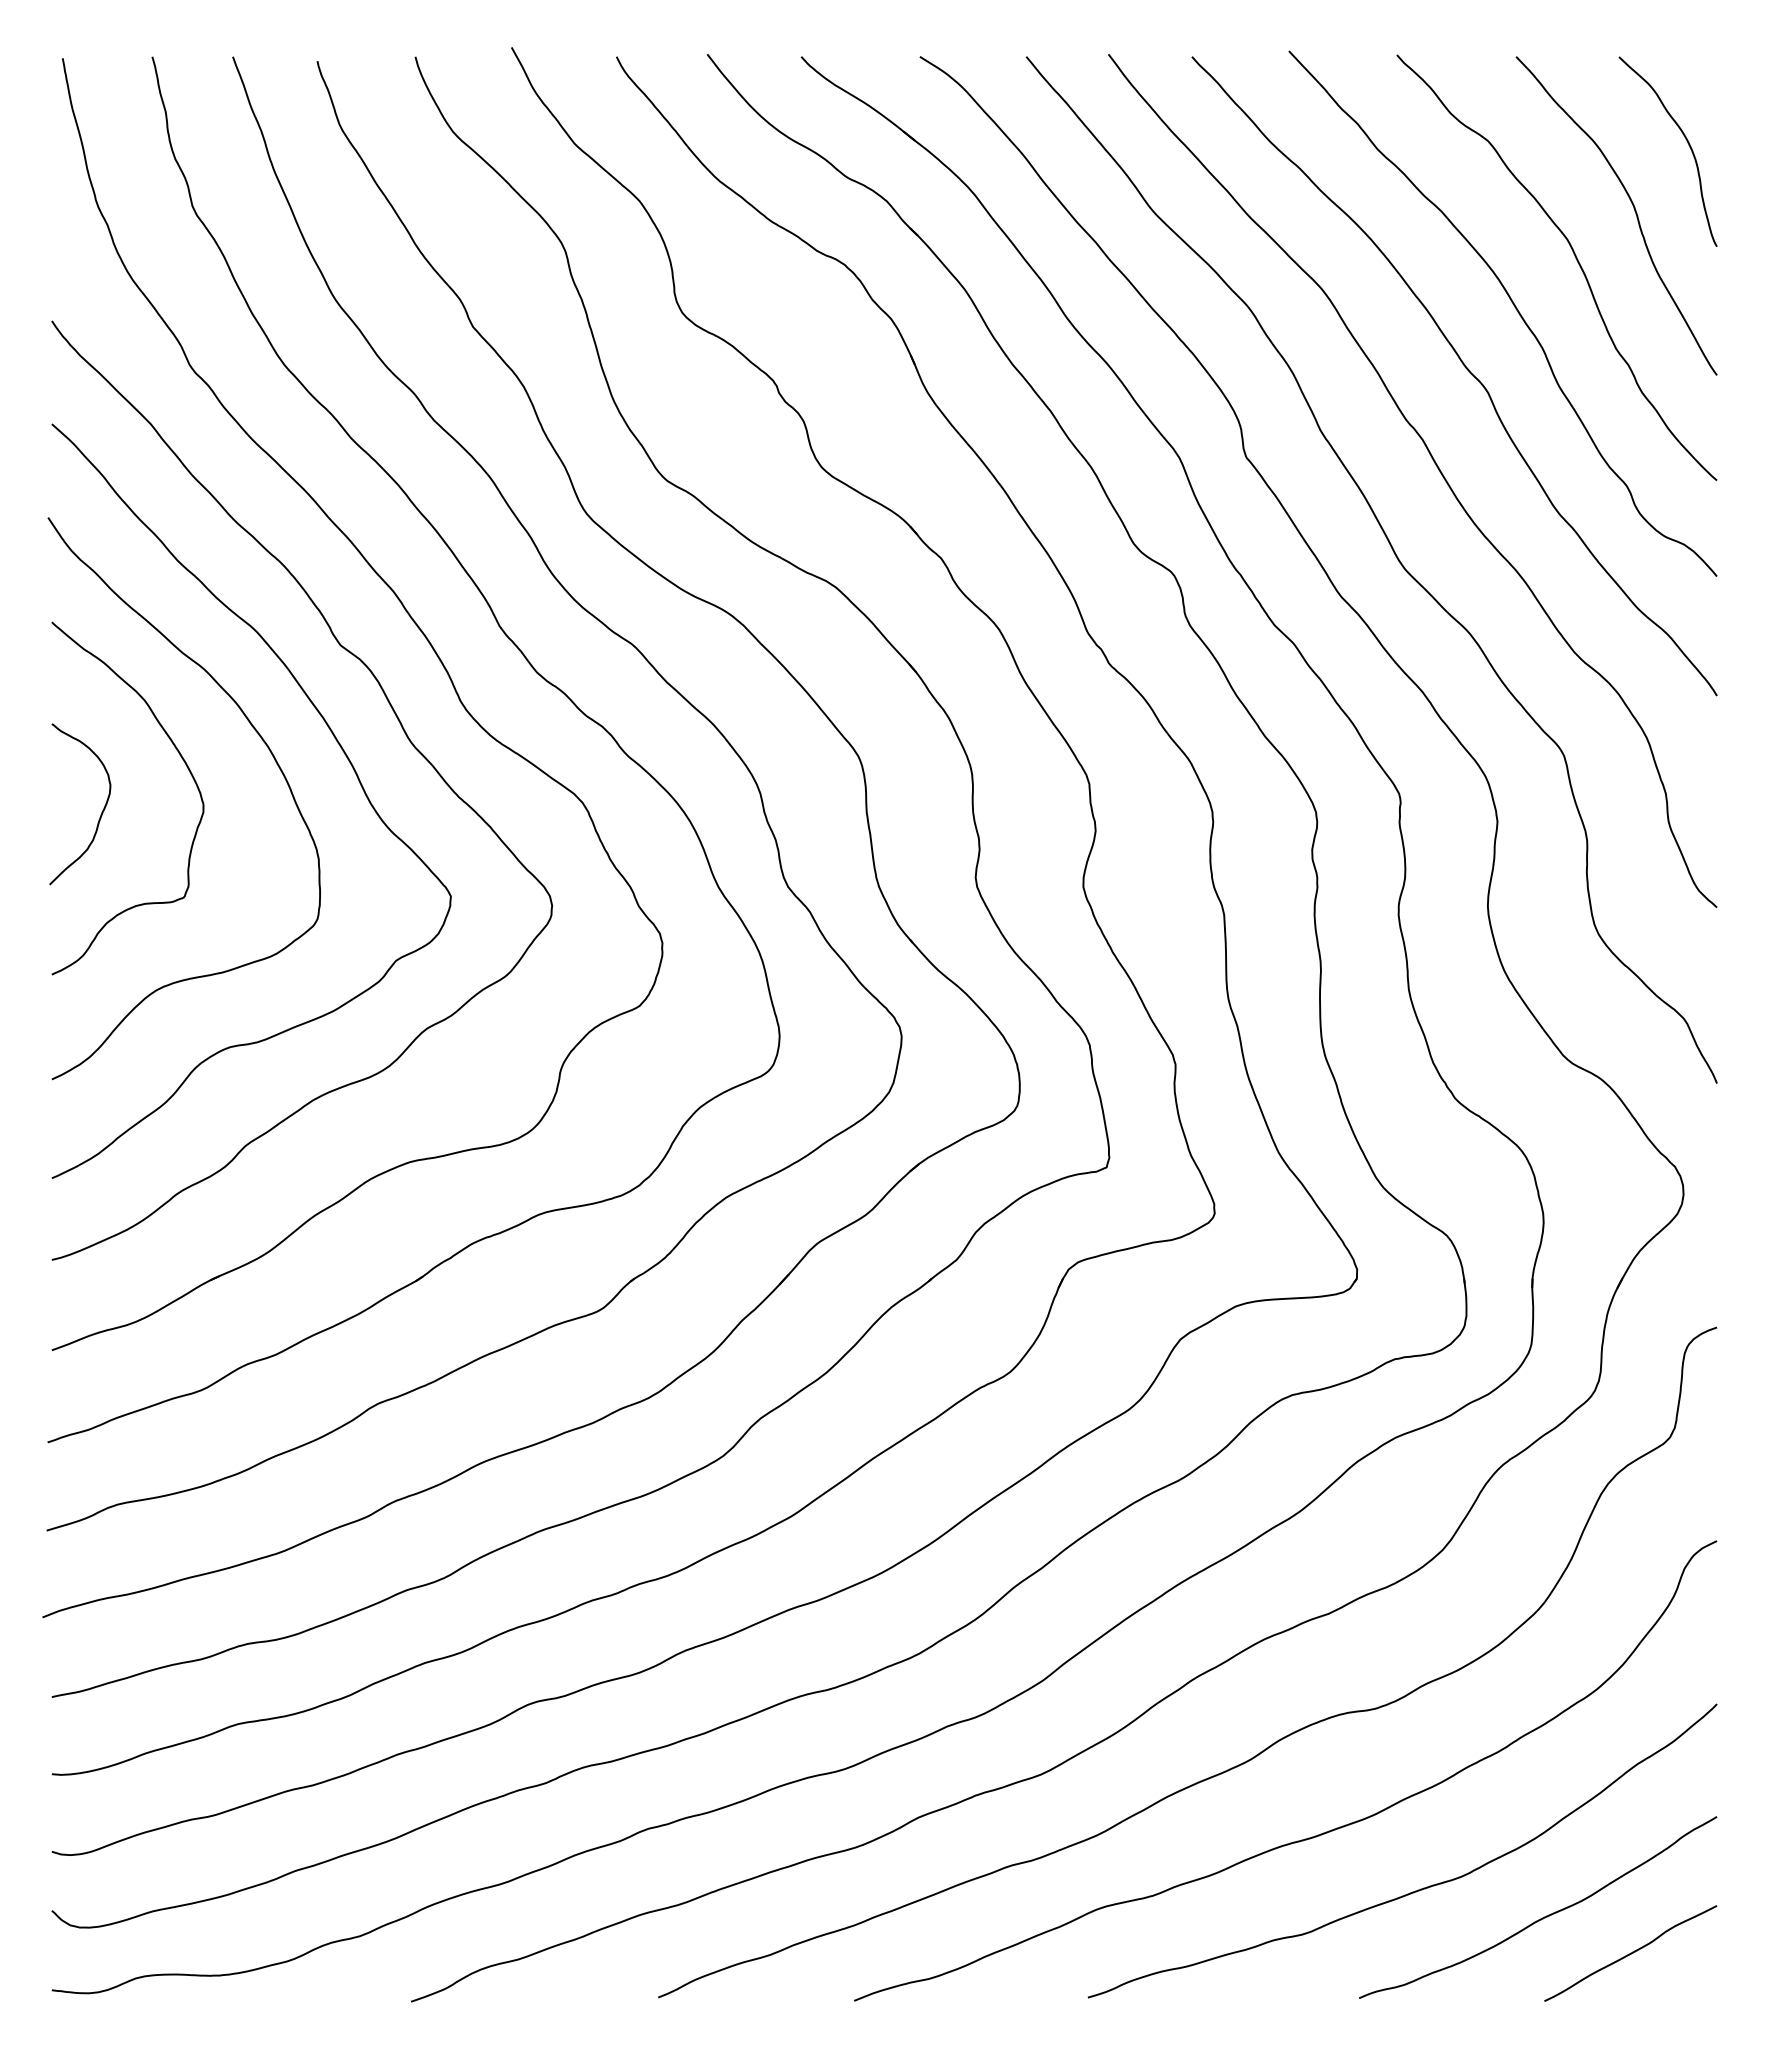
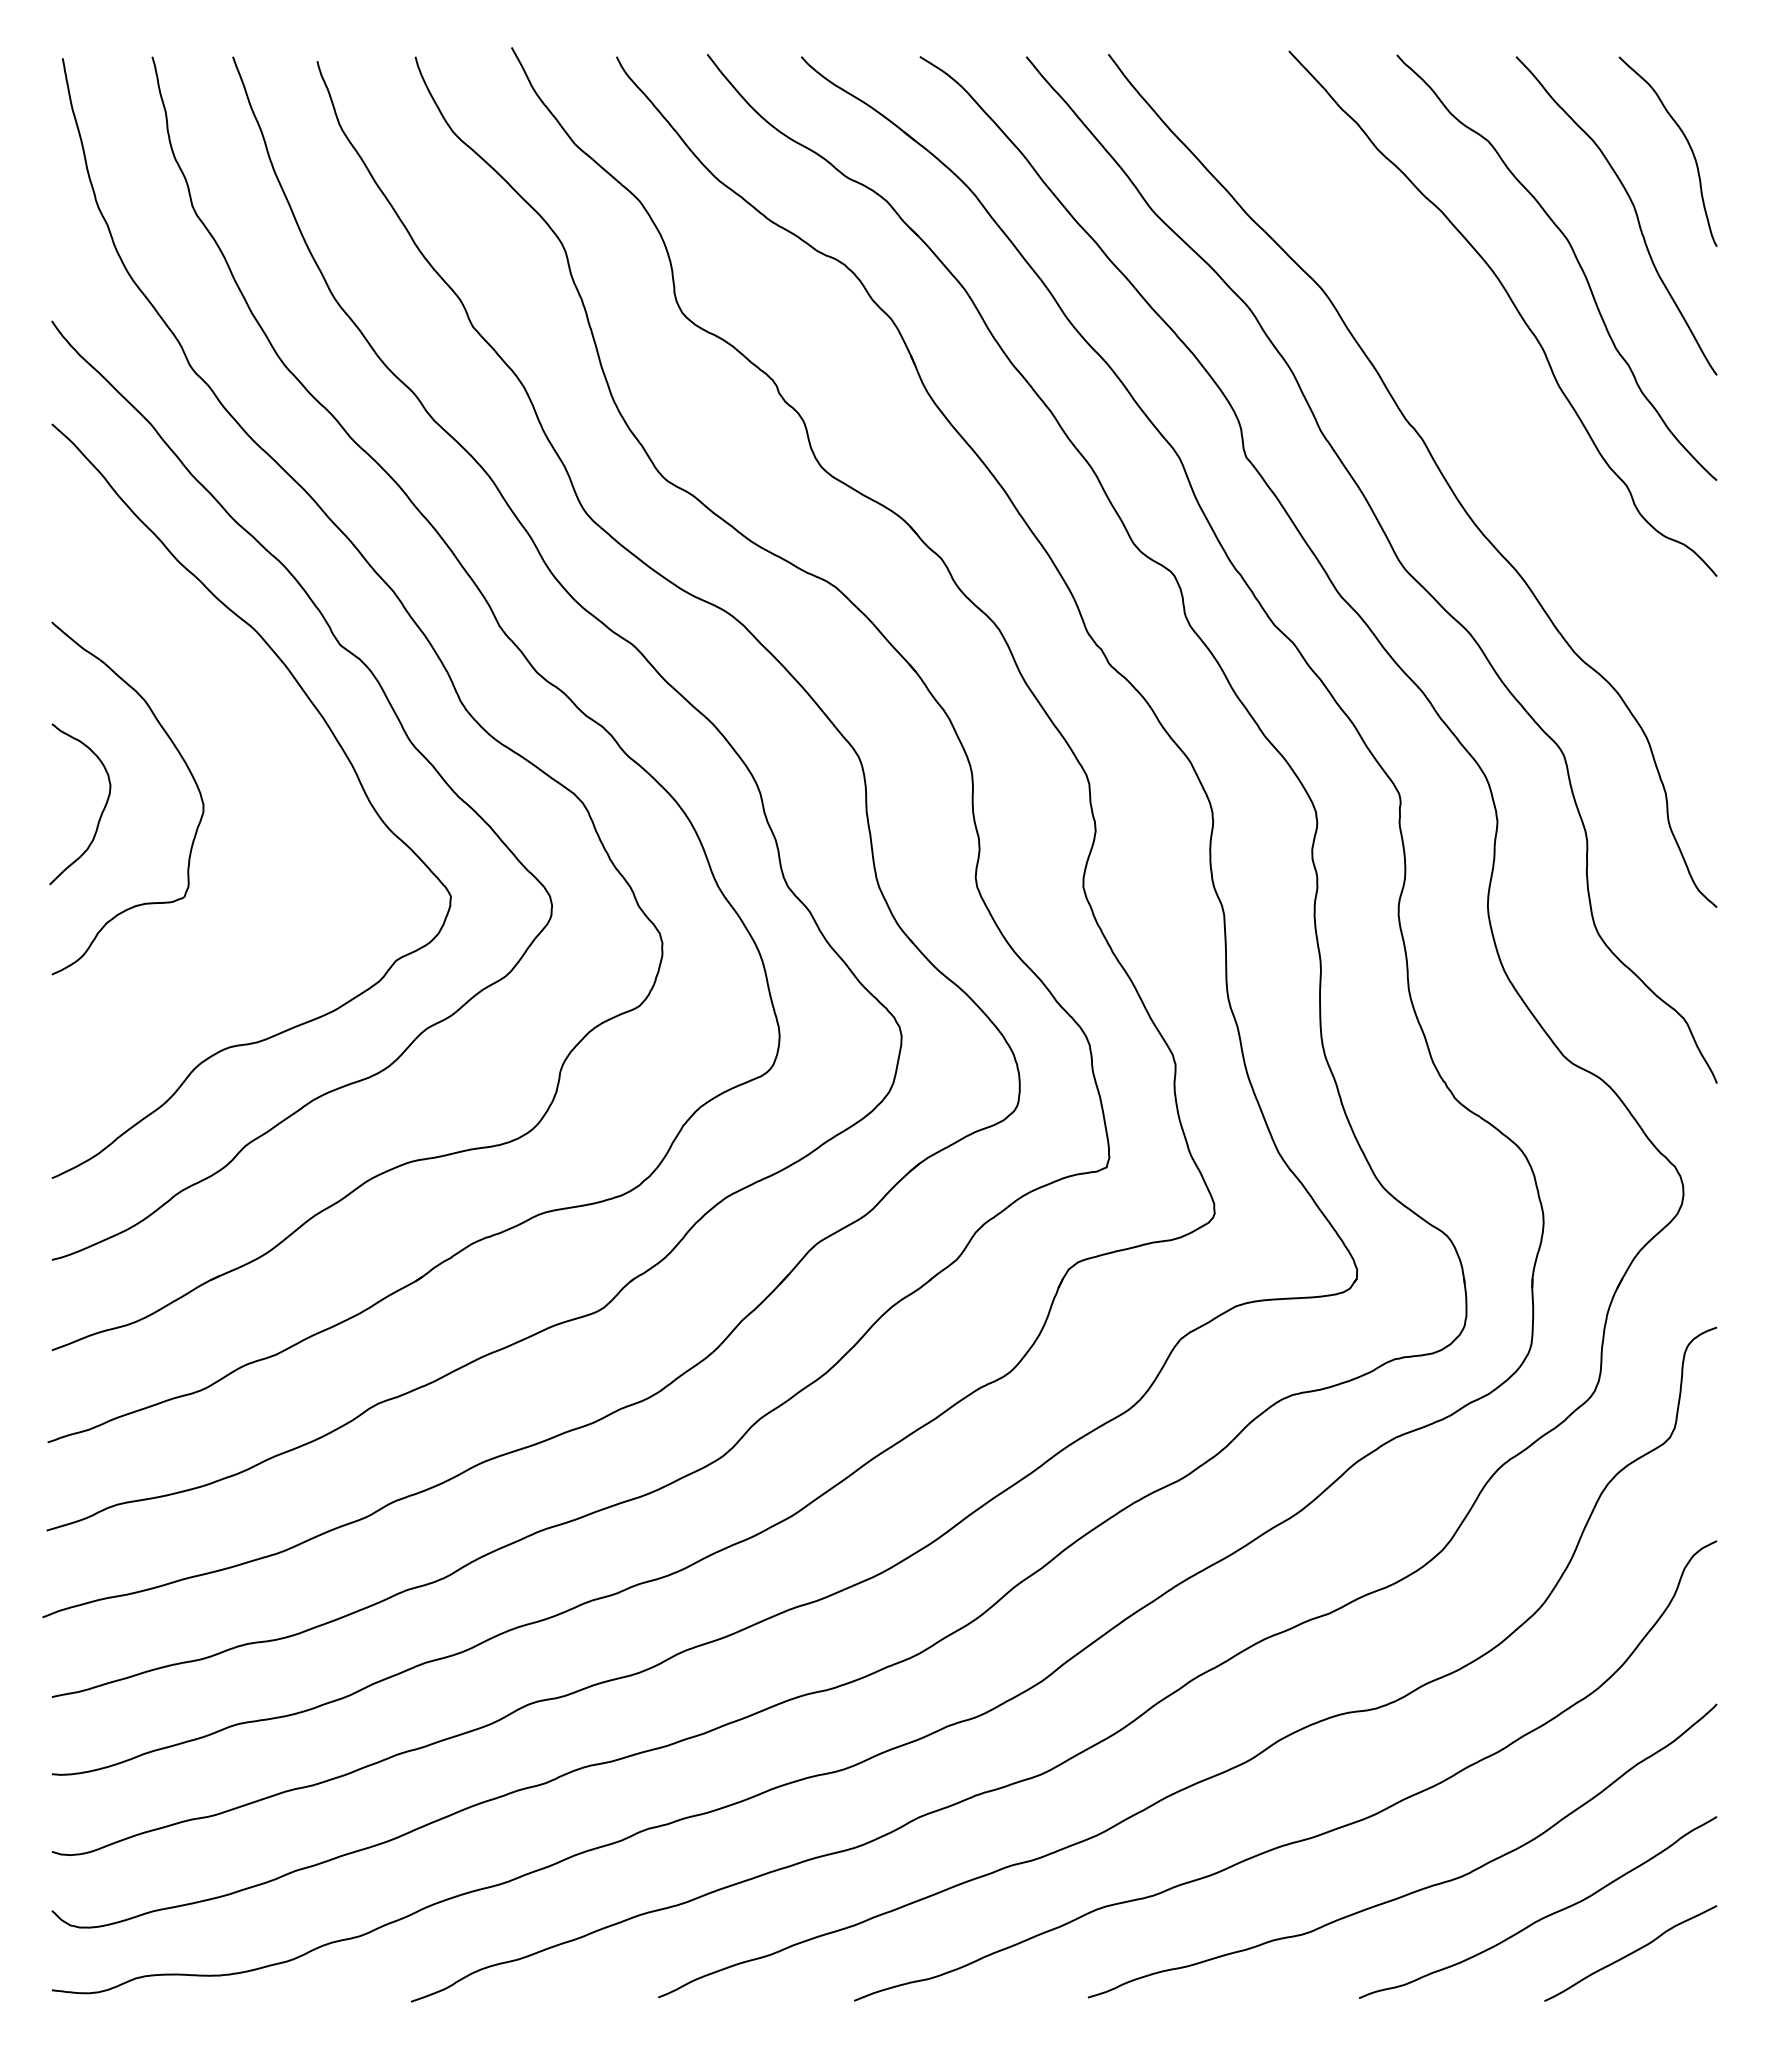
curve at (1465, 368): present -> none
curve at (263, 742): present -> none
